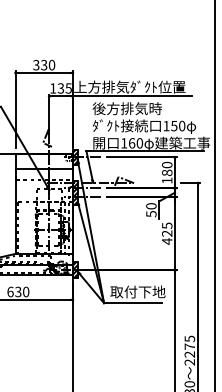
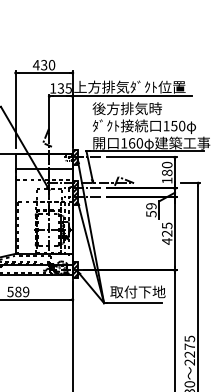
text at (35, 64): 330 -> 430
line at (215, 195): present -> none
text at (151, 206): 50 -> 59
text at (18, 291): 630 -> 589
